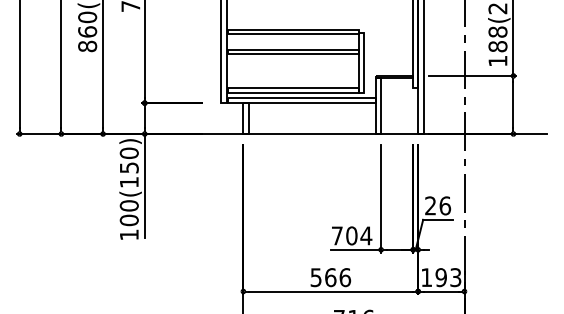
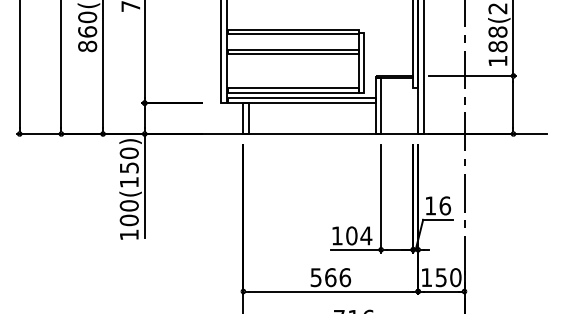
text at (430, 205): 26 -> 16
text at (337, 235): 704 -> 104
text at (448, 277): 193 -> 150
